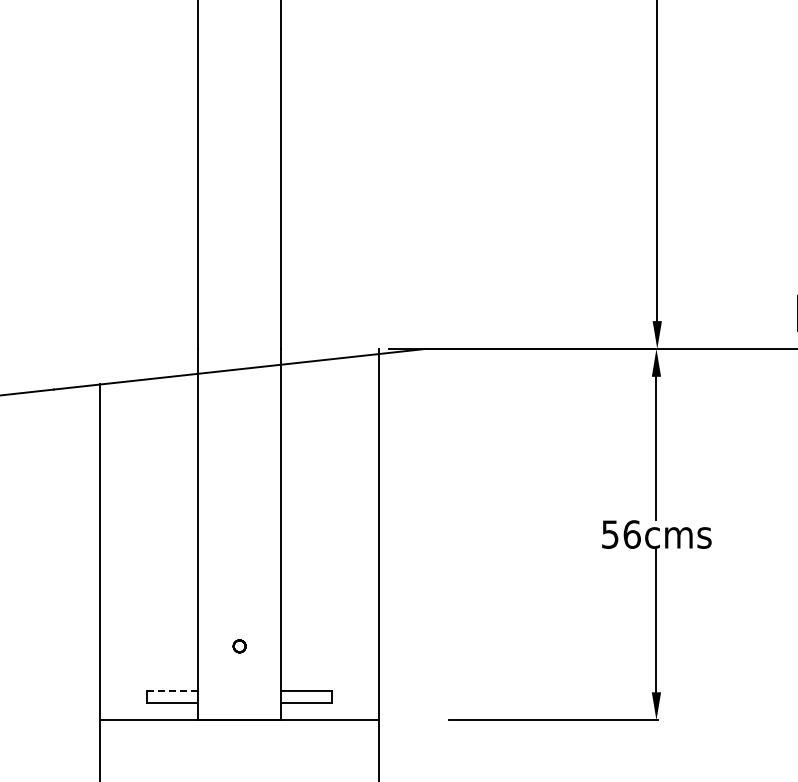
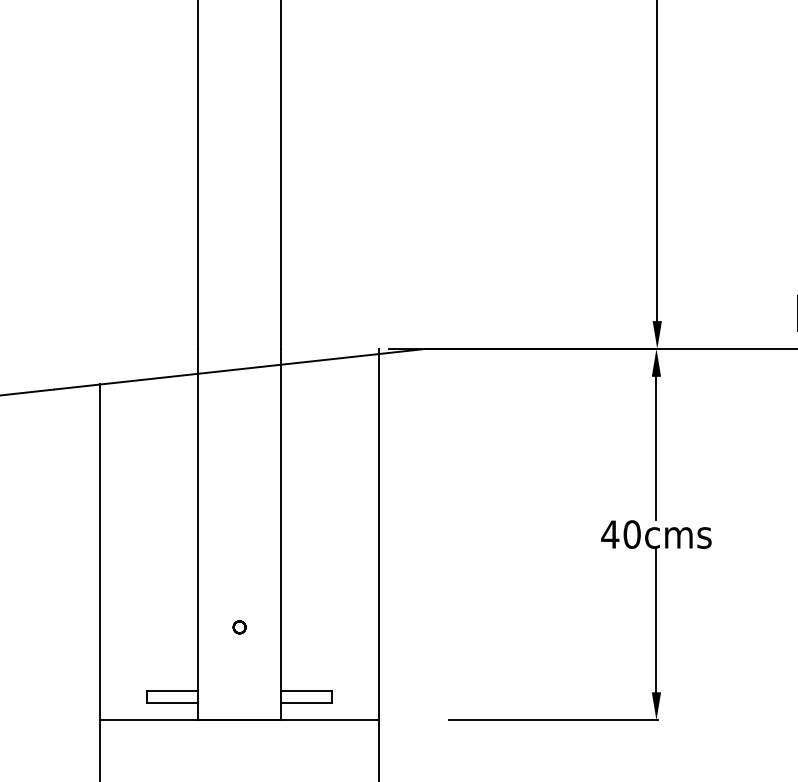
text at (620, 534): 56cms -> 40cms
part at (239, 646) position: (239, 646) -> (239, 627)
line at (172, 690): dashed -> solid
